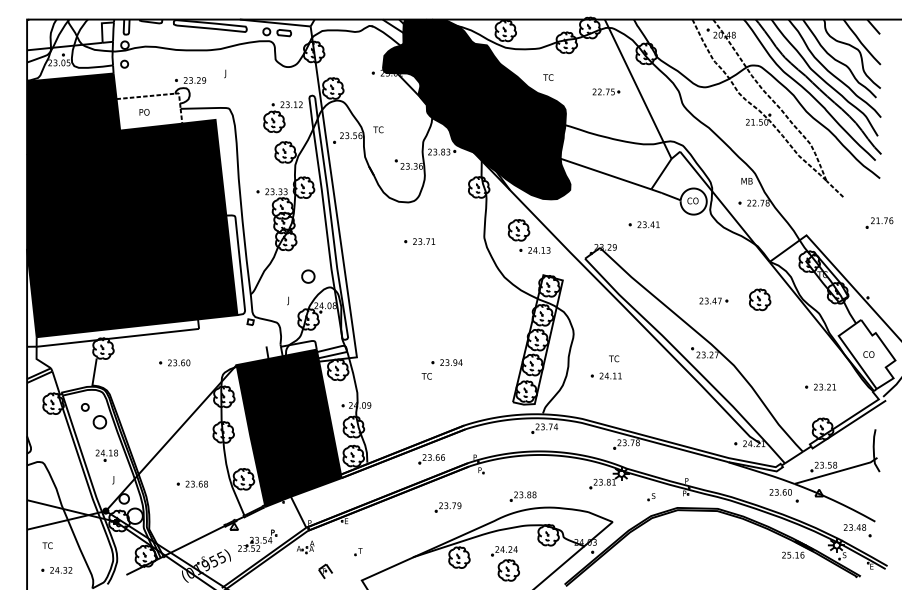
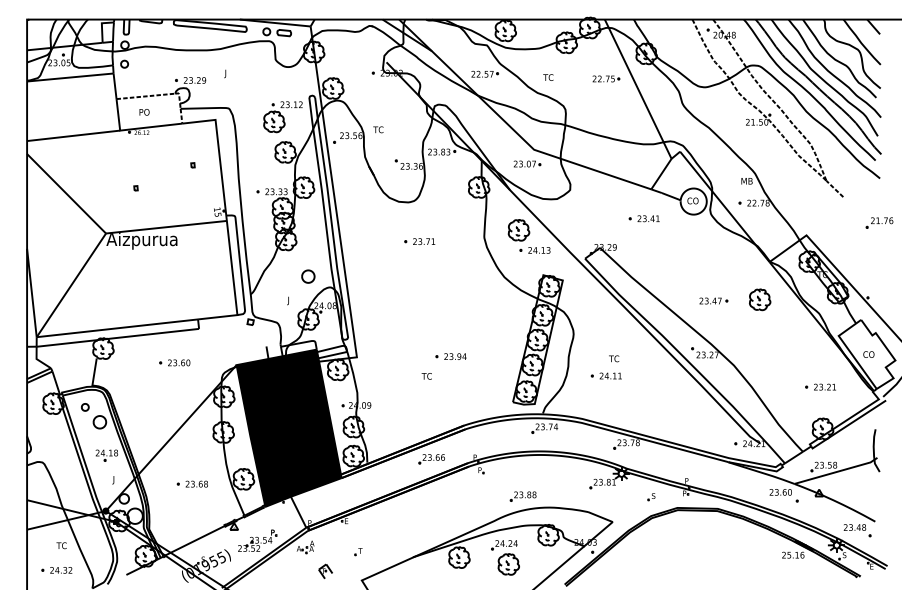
part at (606, 91) position: (606, 91) -> (606, 78)
fill at (476, 109): present -> none
fill at (132, 205): present -> none
part at (643, 224) position: (643, 224) -> (643, 218)
part at (446, 362) position: (446, 362) -> (450, 356)
part at (447, 507): present -> none
text at (47, 545) position: (47, 545) -> (61, 545)
part at (505, 563) position: (505, 563) -> (505, 557)
